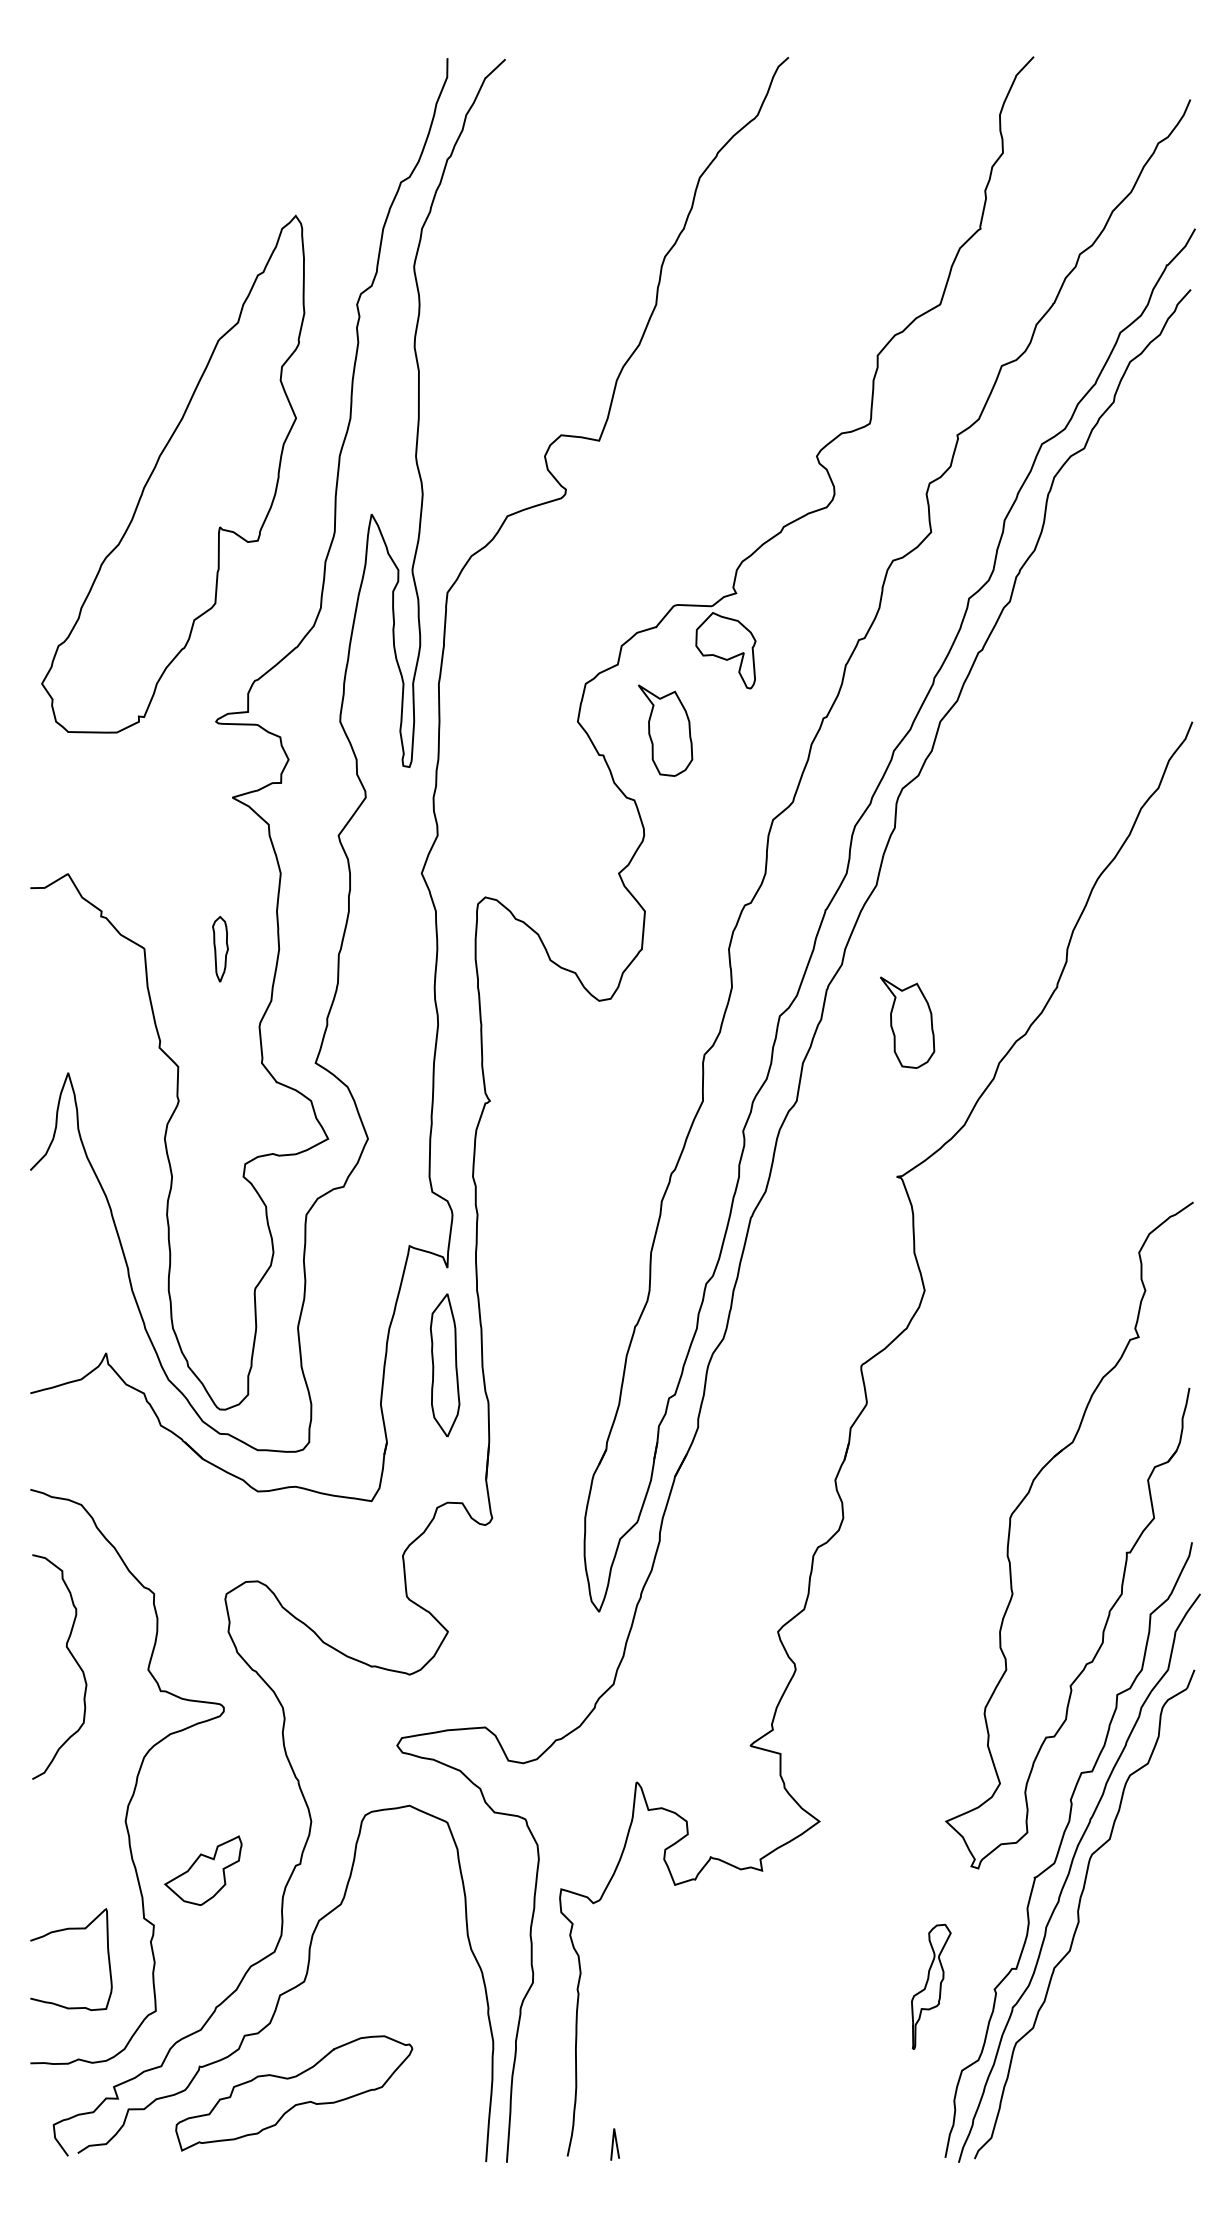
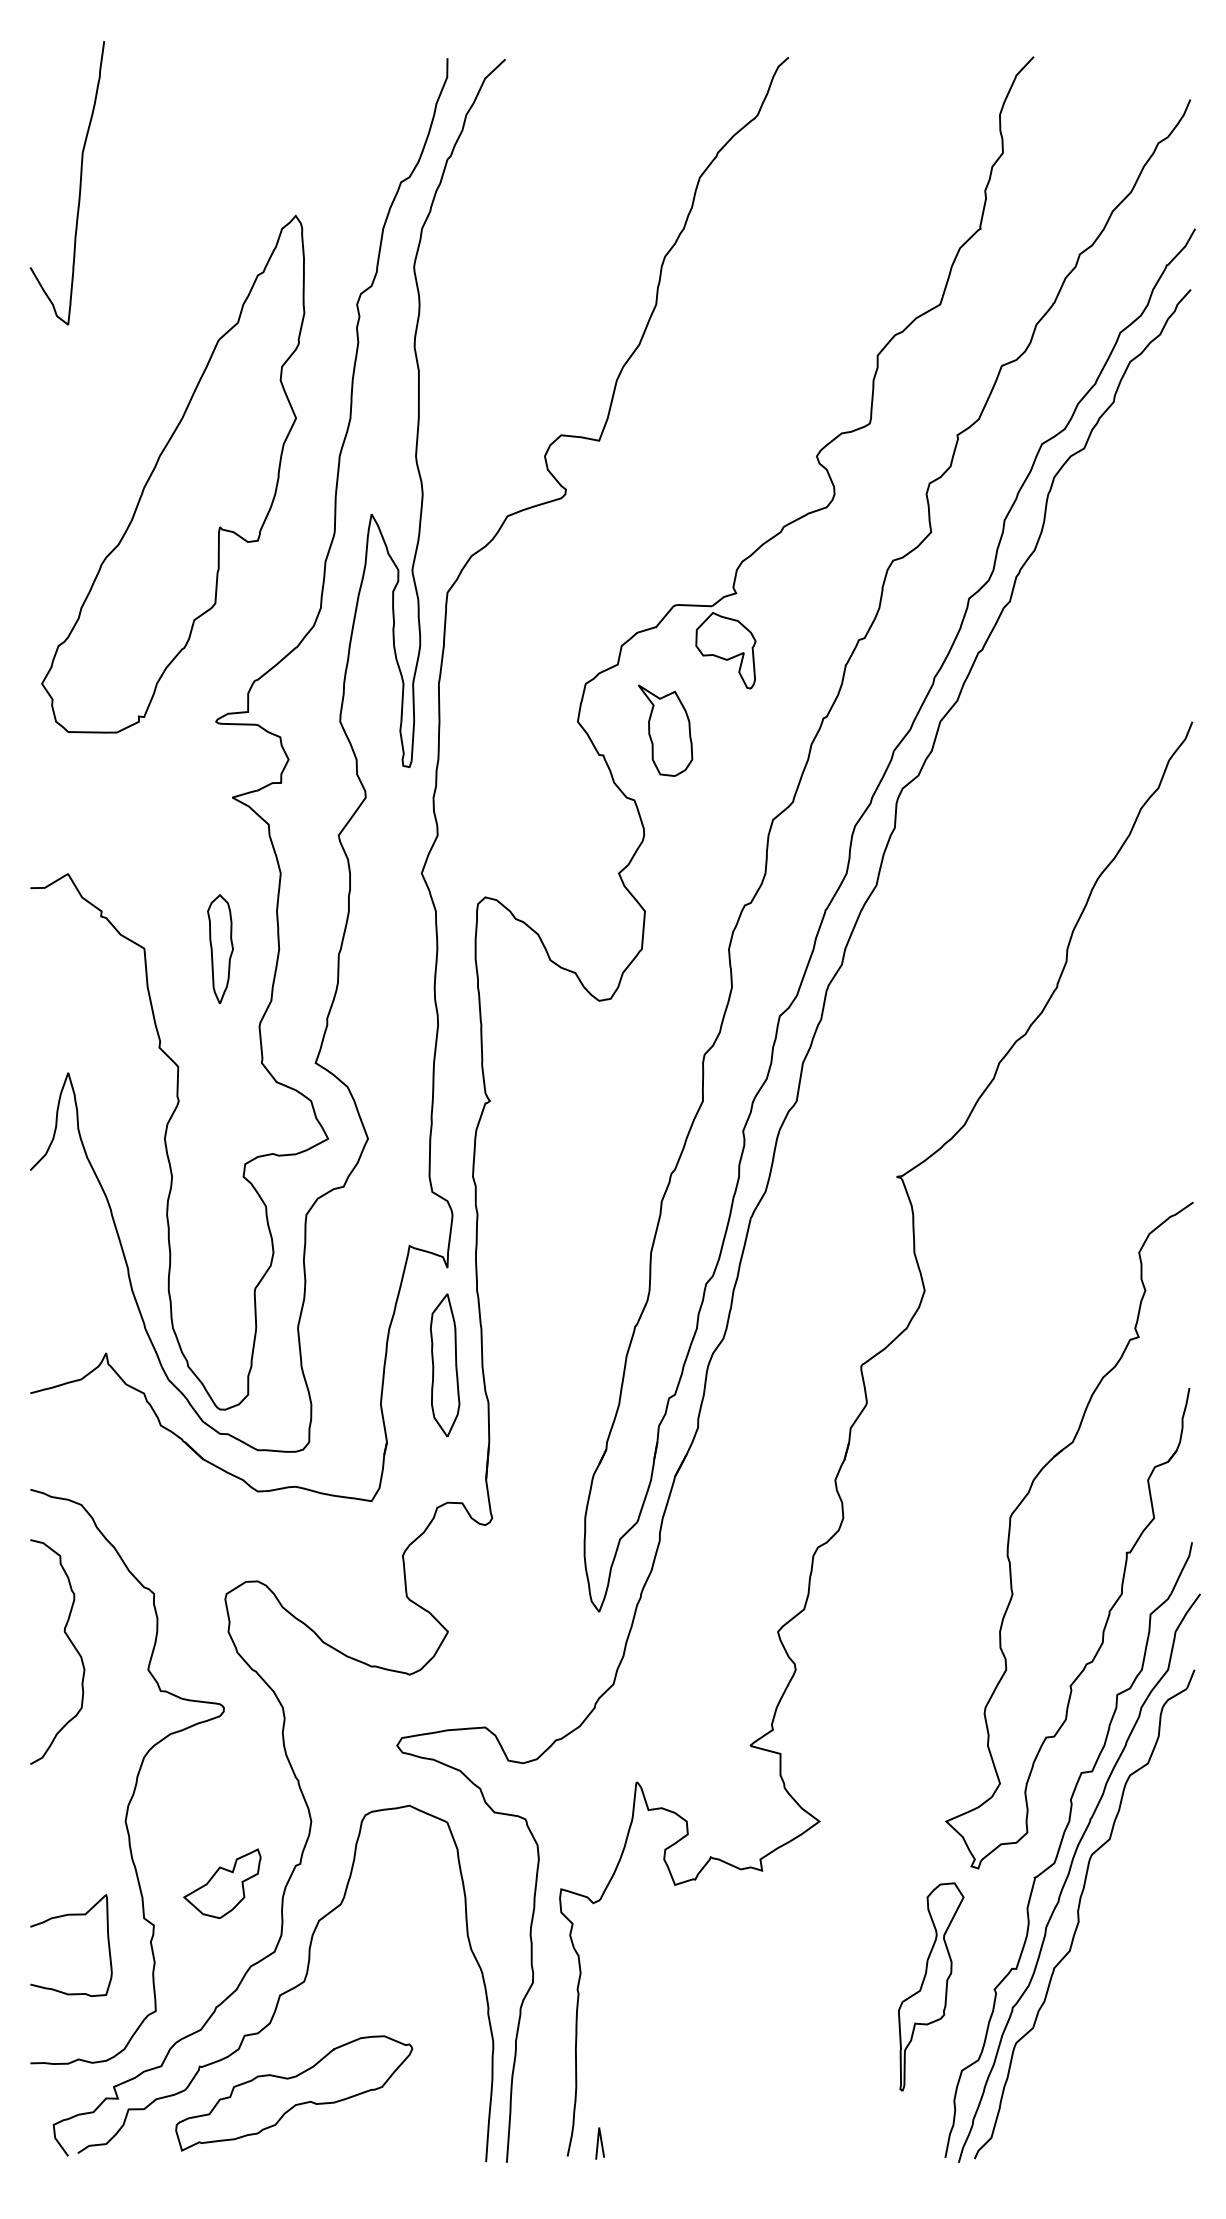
curve at (79, 183): none -> present
part at (220, 948) size: 17x68 px -> 27x111 px
part at (907, 1022): present -> none
curve at (73, 1659) position: (73, 1659) -> (71, 1644)
part at (203, 1870) position: (203, 1870) -> (222, 1883)
curve at (65, 1930) position: (65, 1930) -> (65, 1916)
part at (931, 1986) size: 41x127 px -> 67x210 px
line at (613, 2144) position: (613, 2144) -> (598, 2143)
